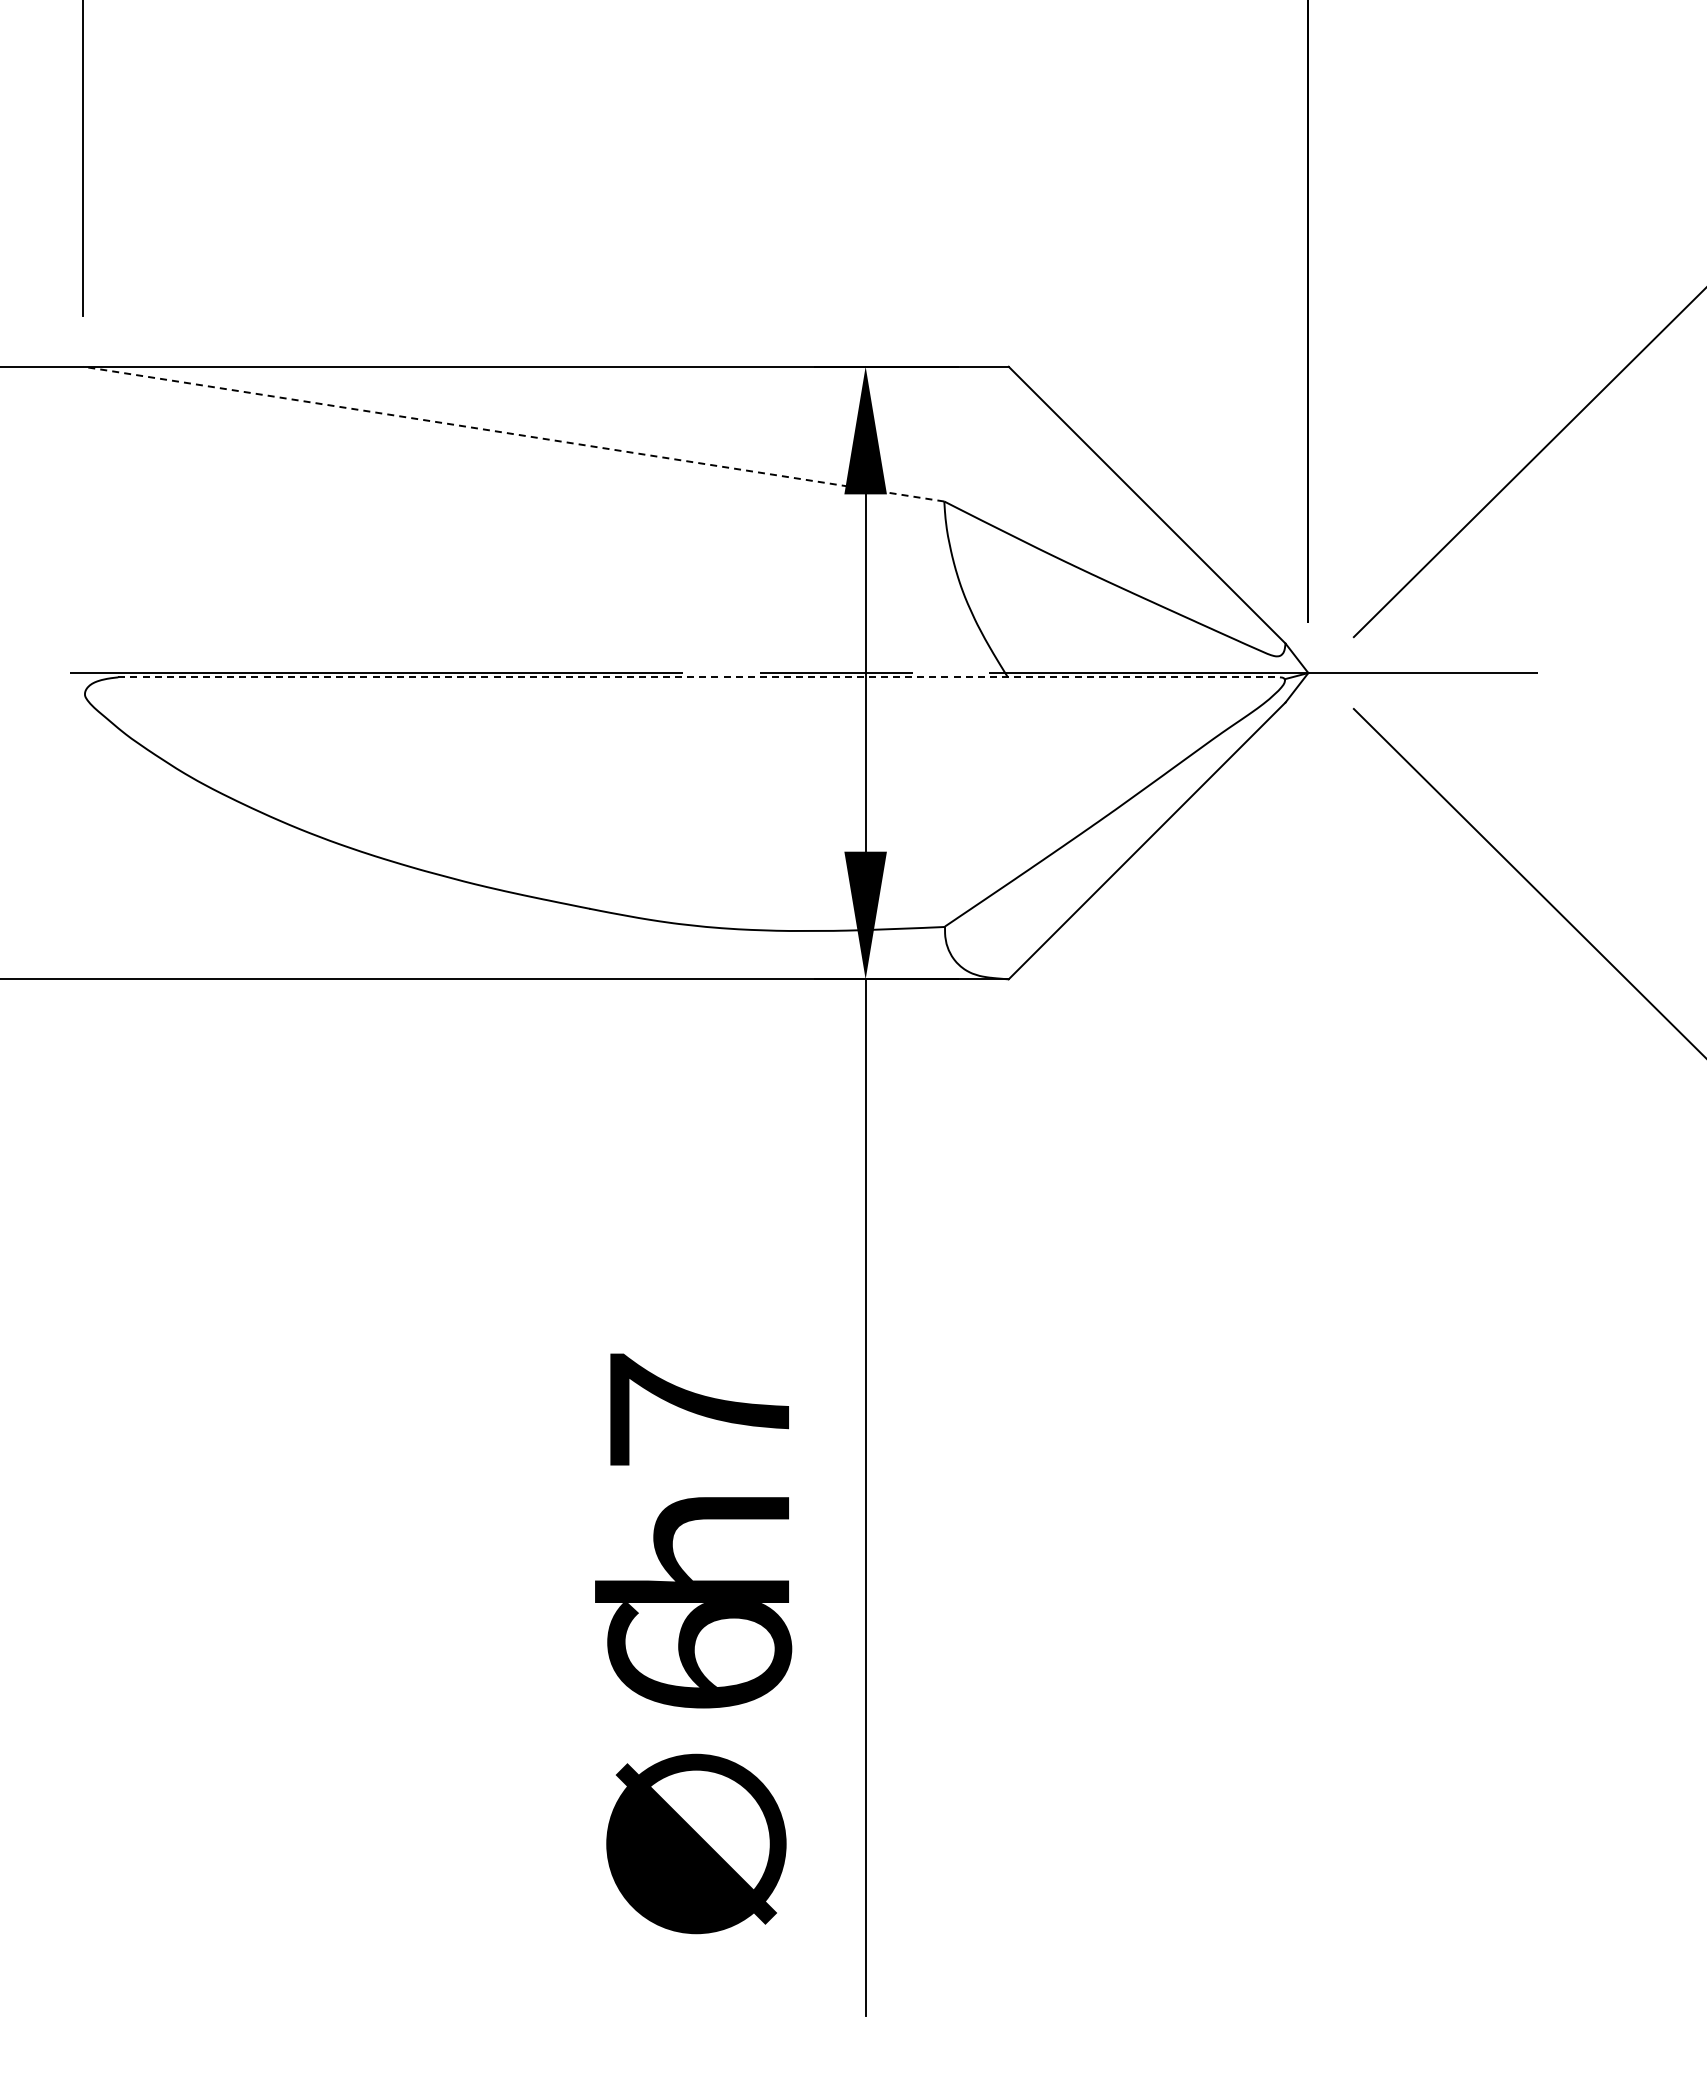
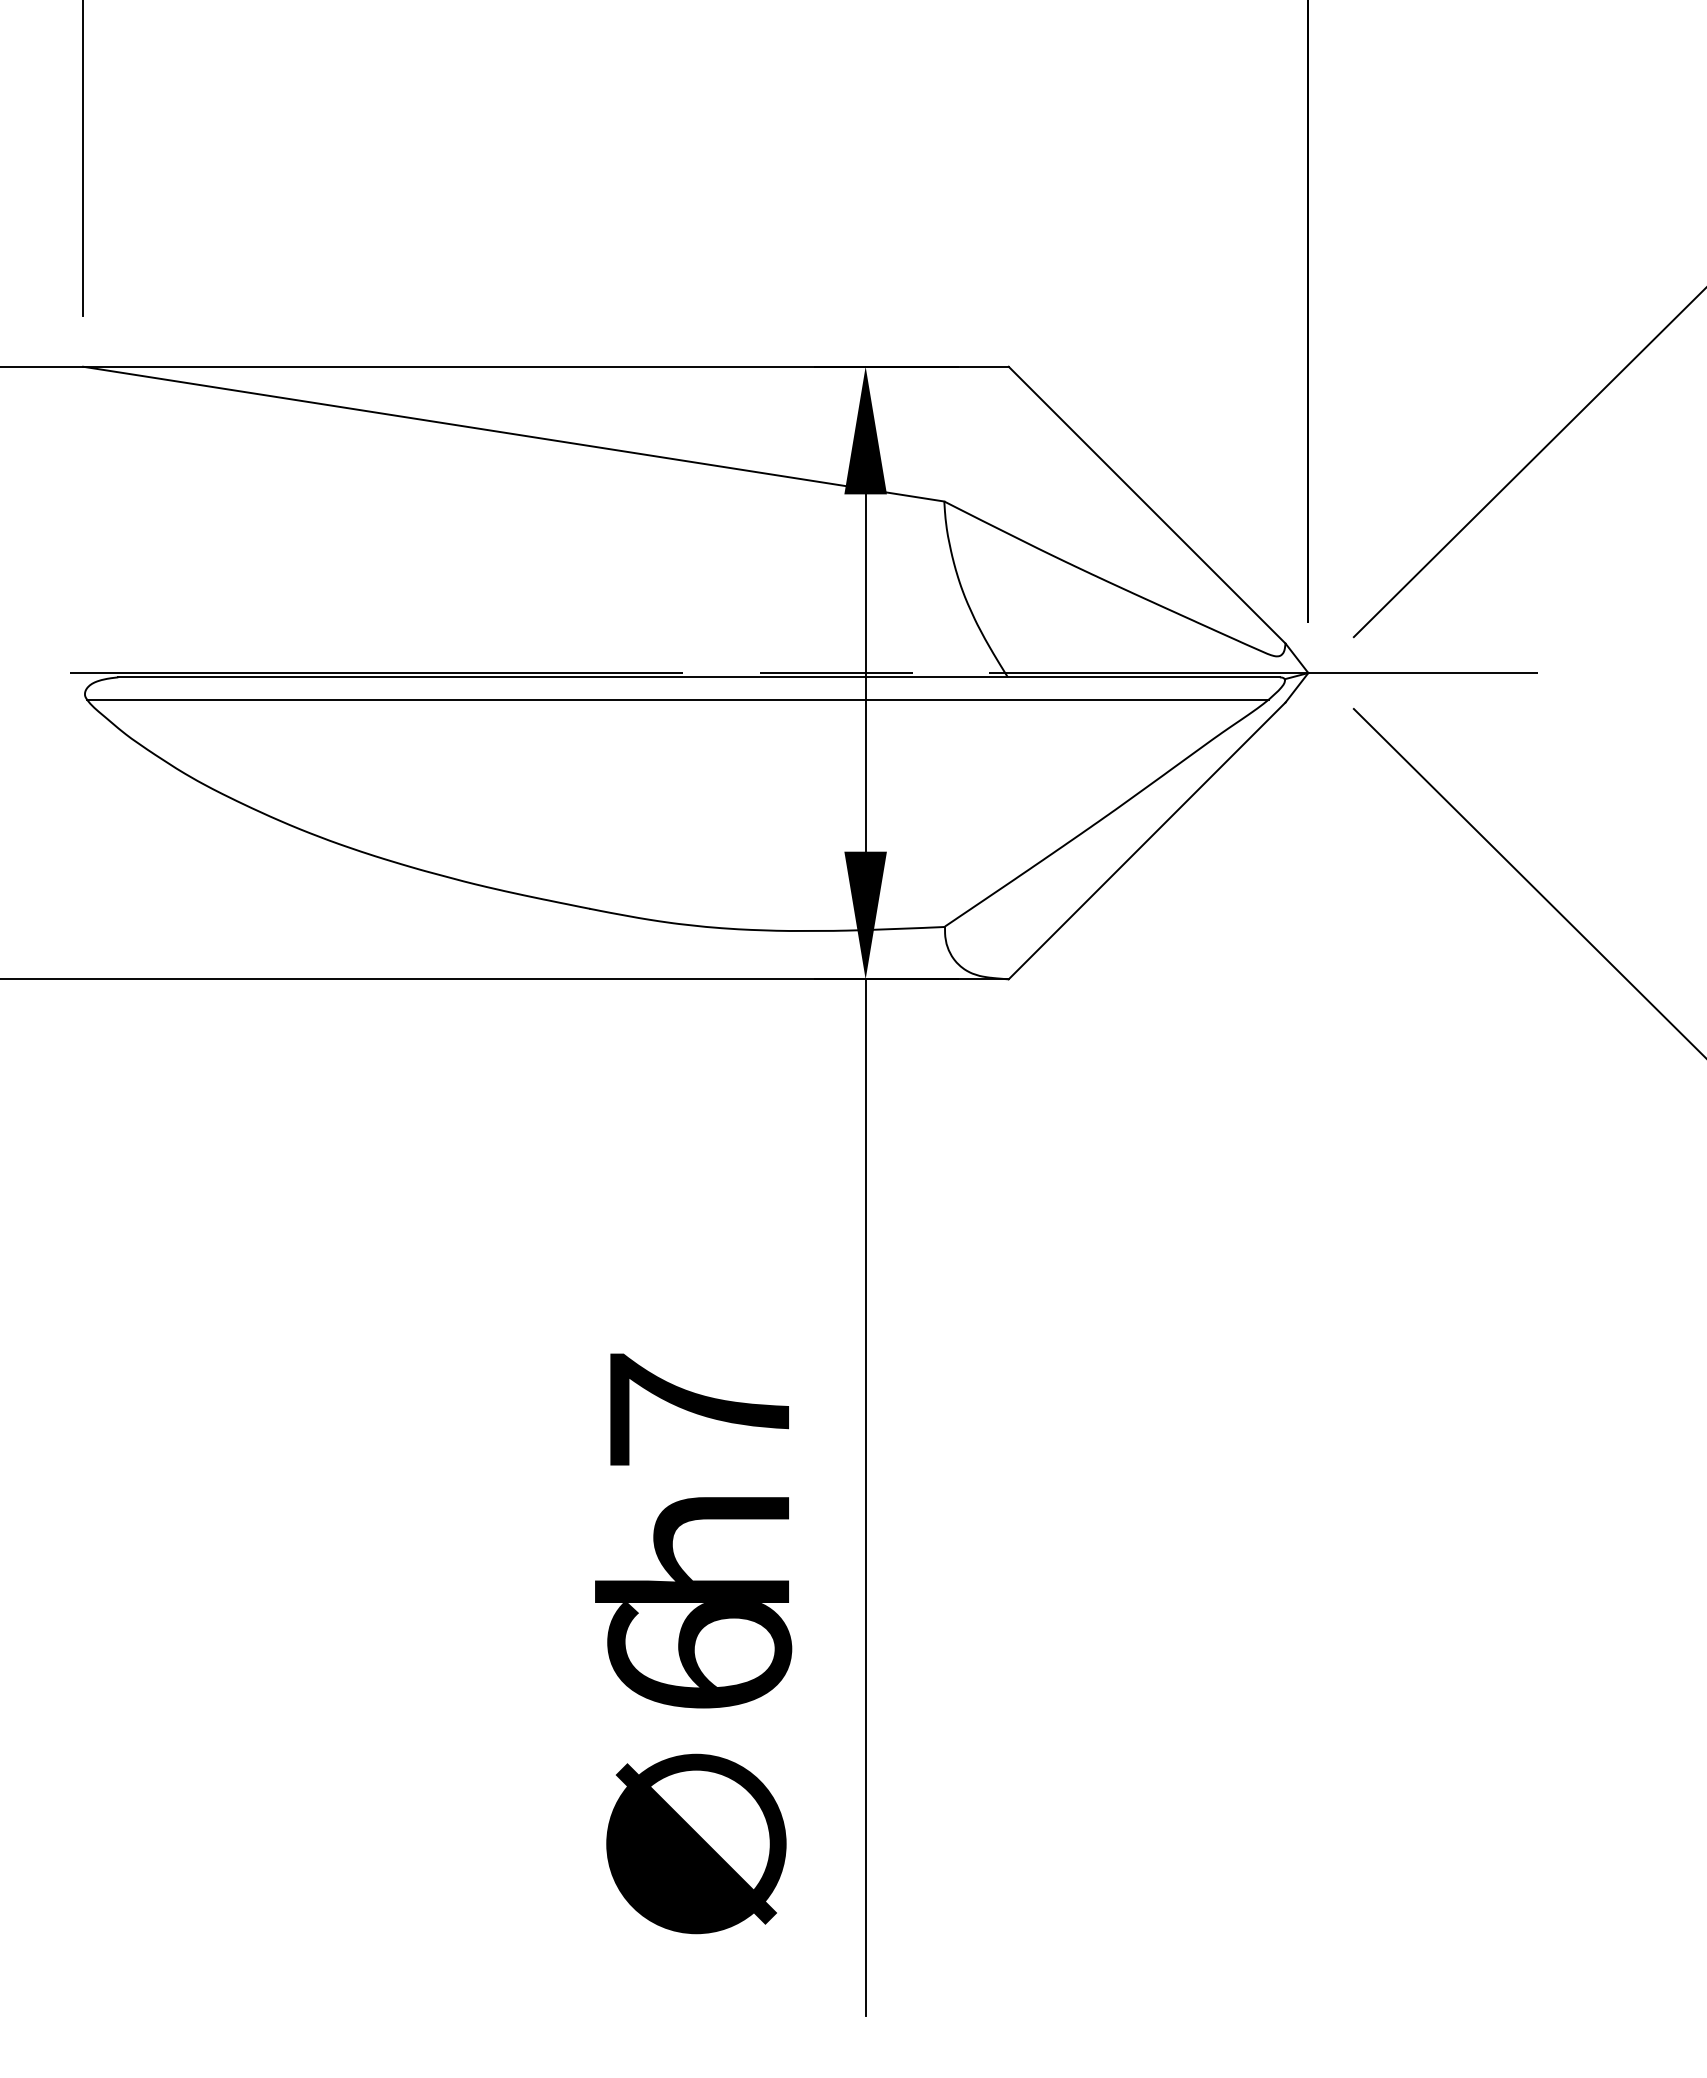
line at (513, 434): dashed -> solid
line at (699, 677): dashed -> solid
line at (677, 699): none -> present
